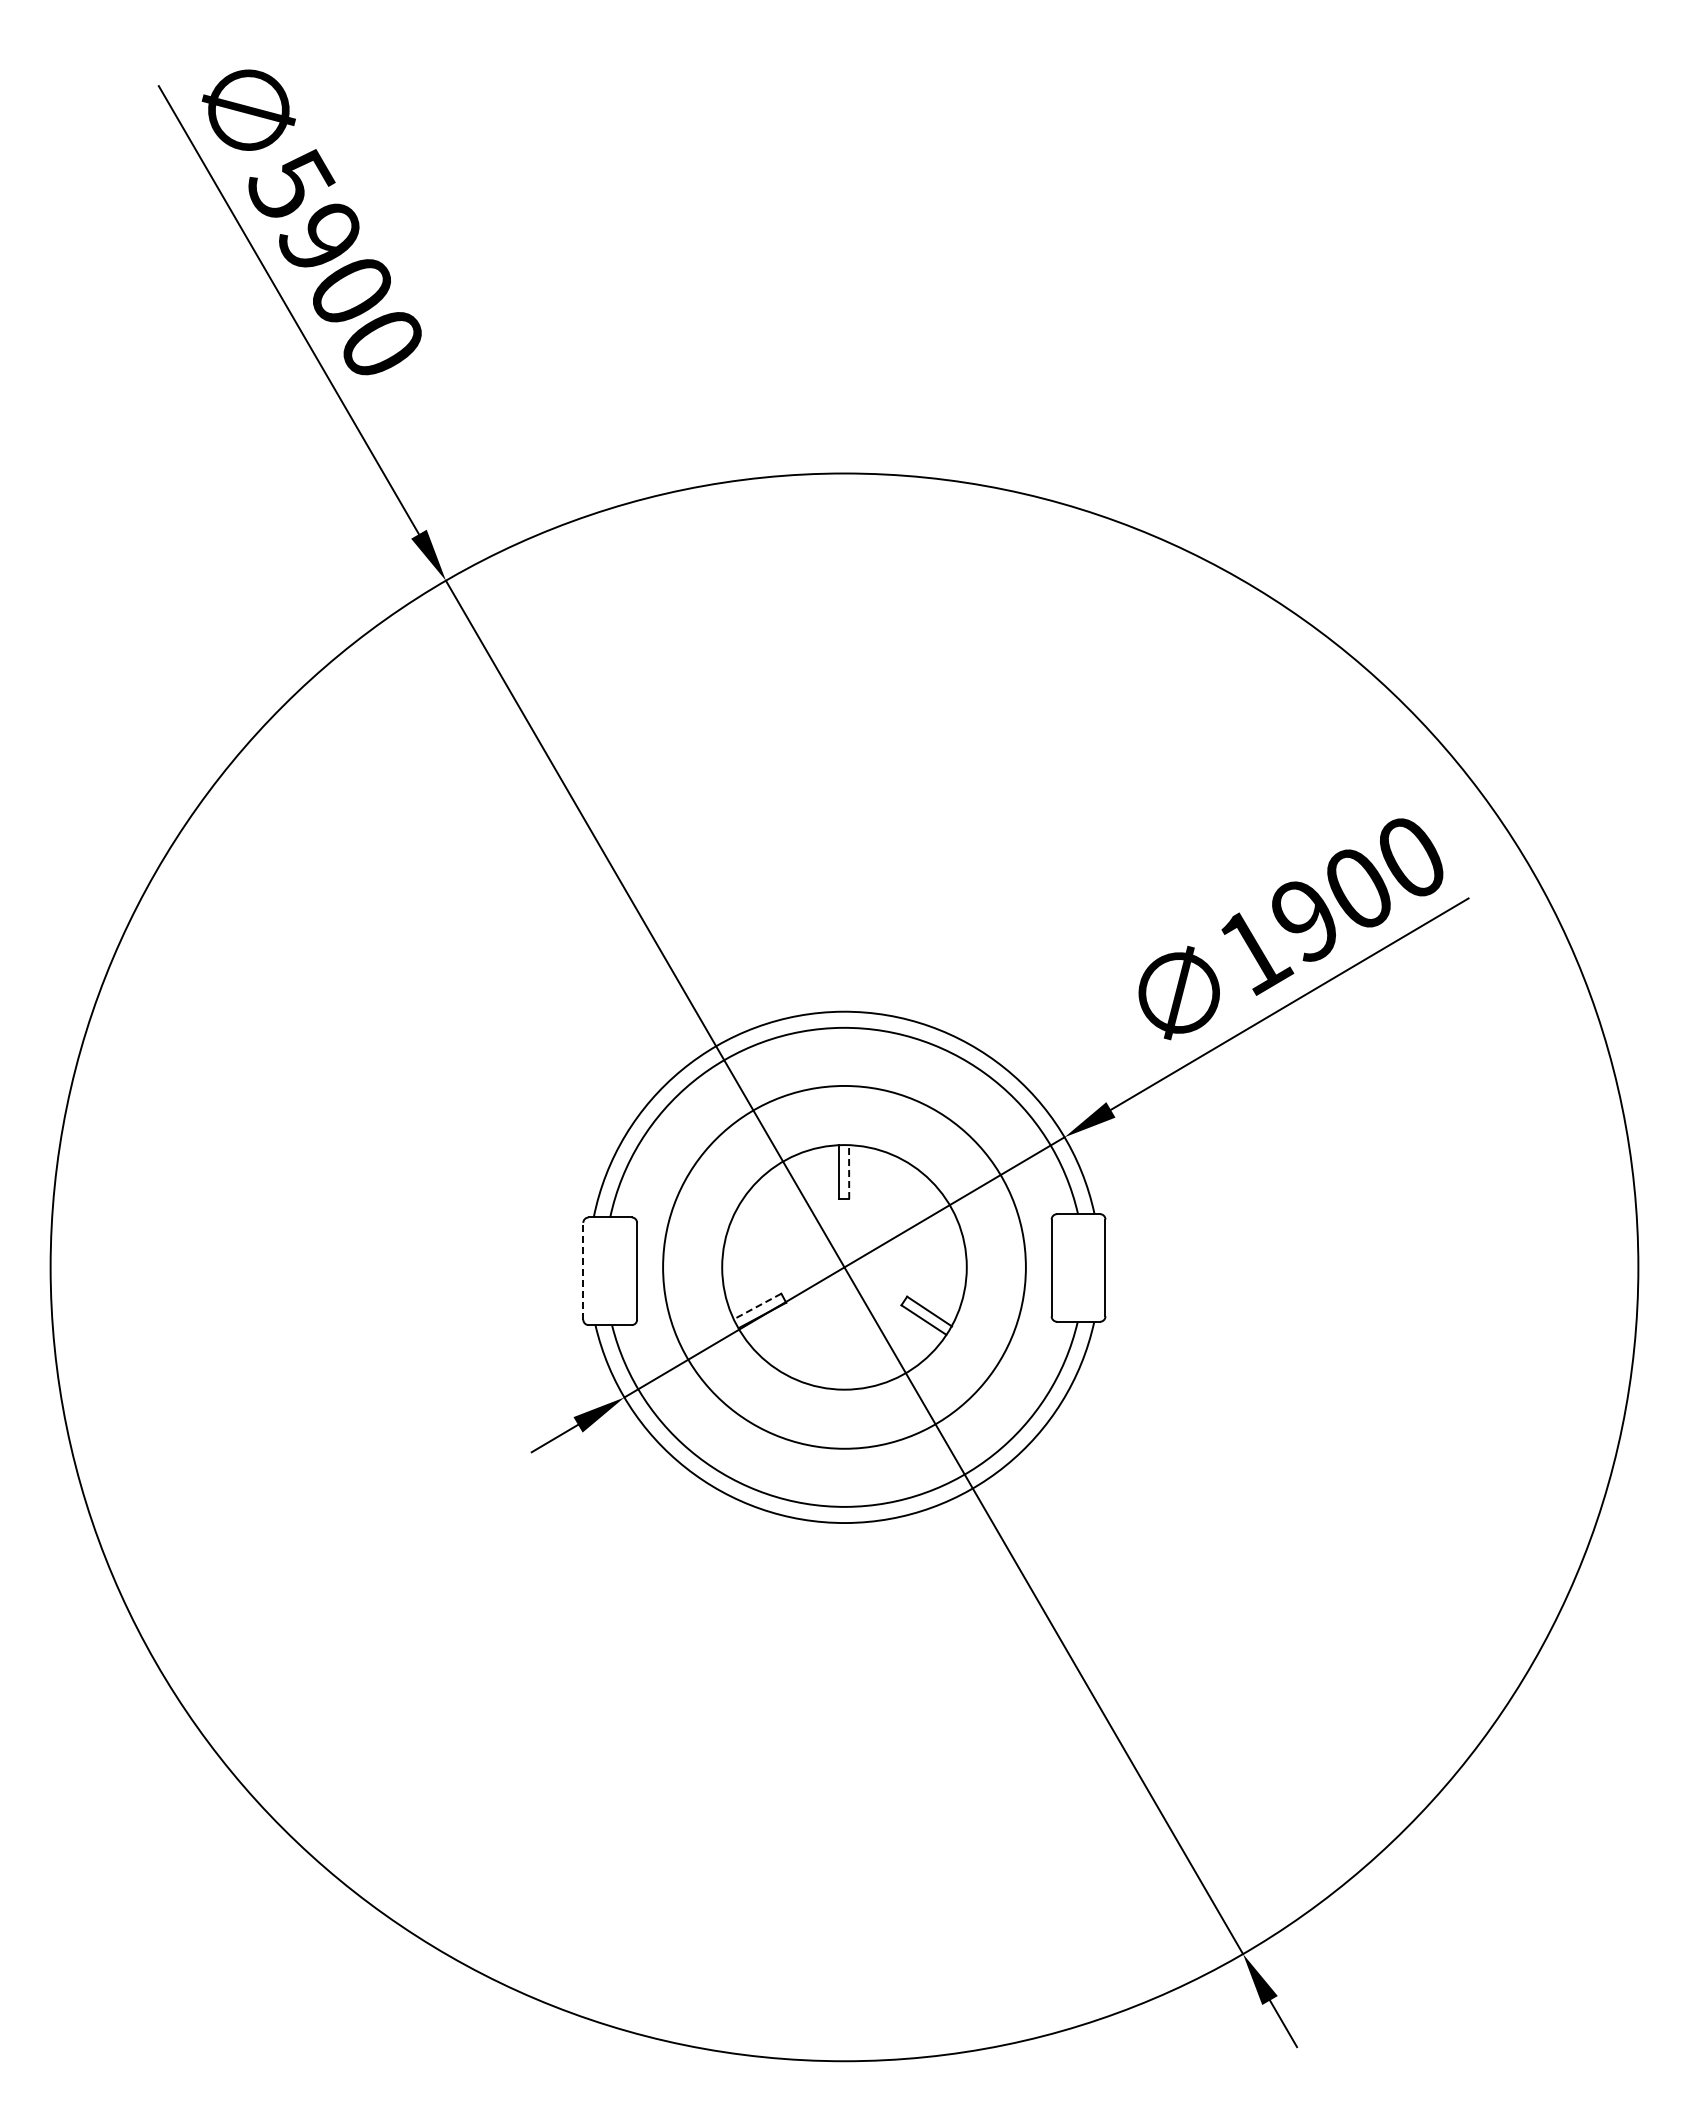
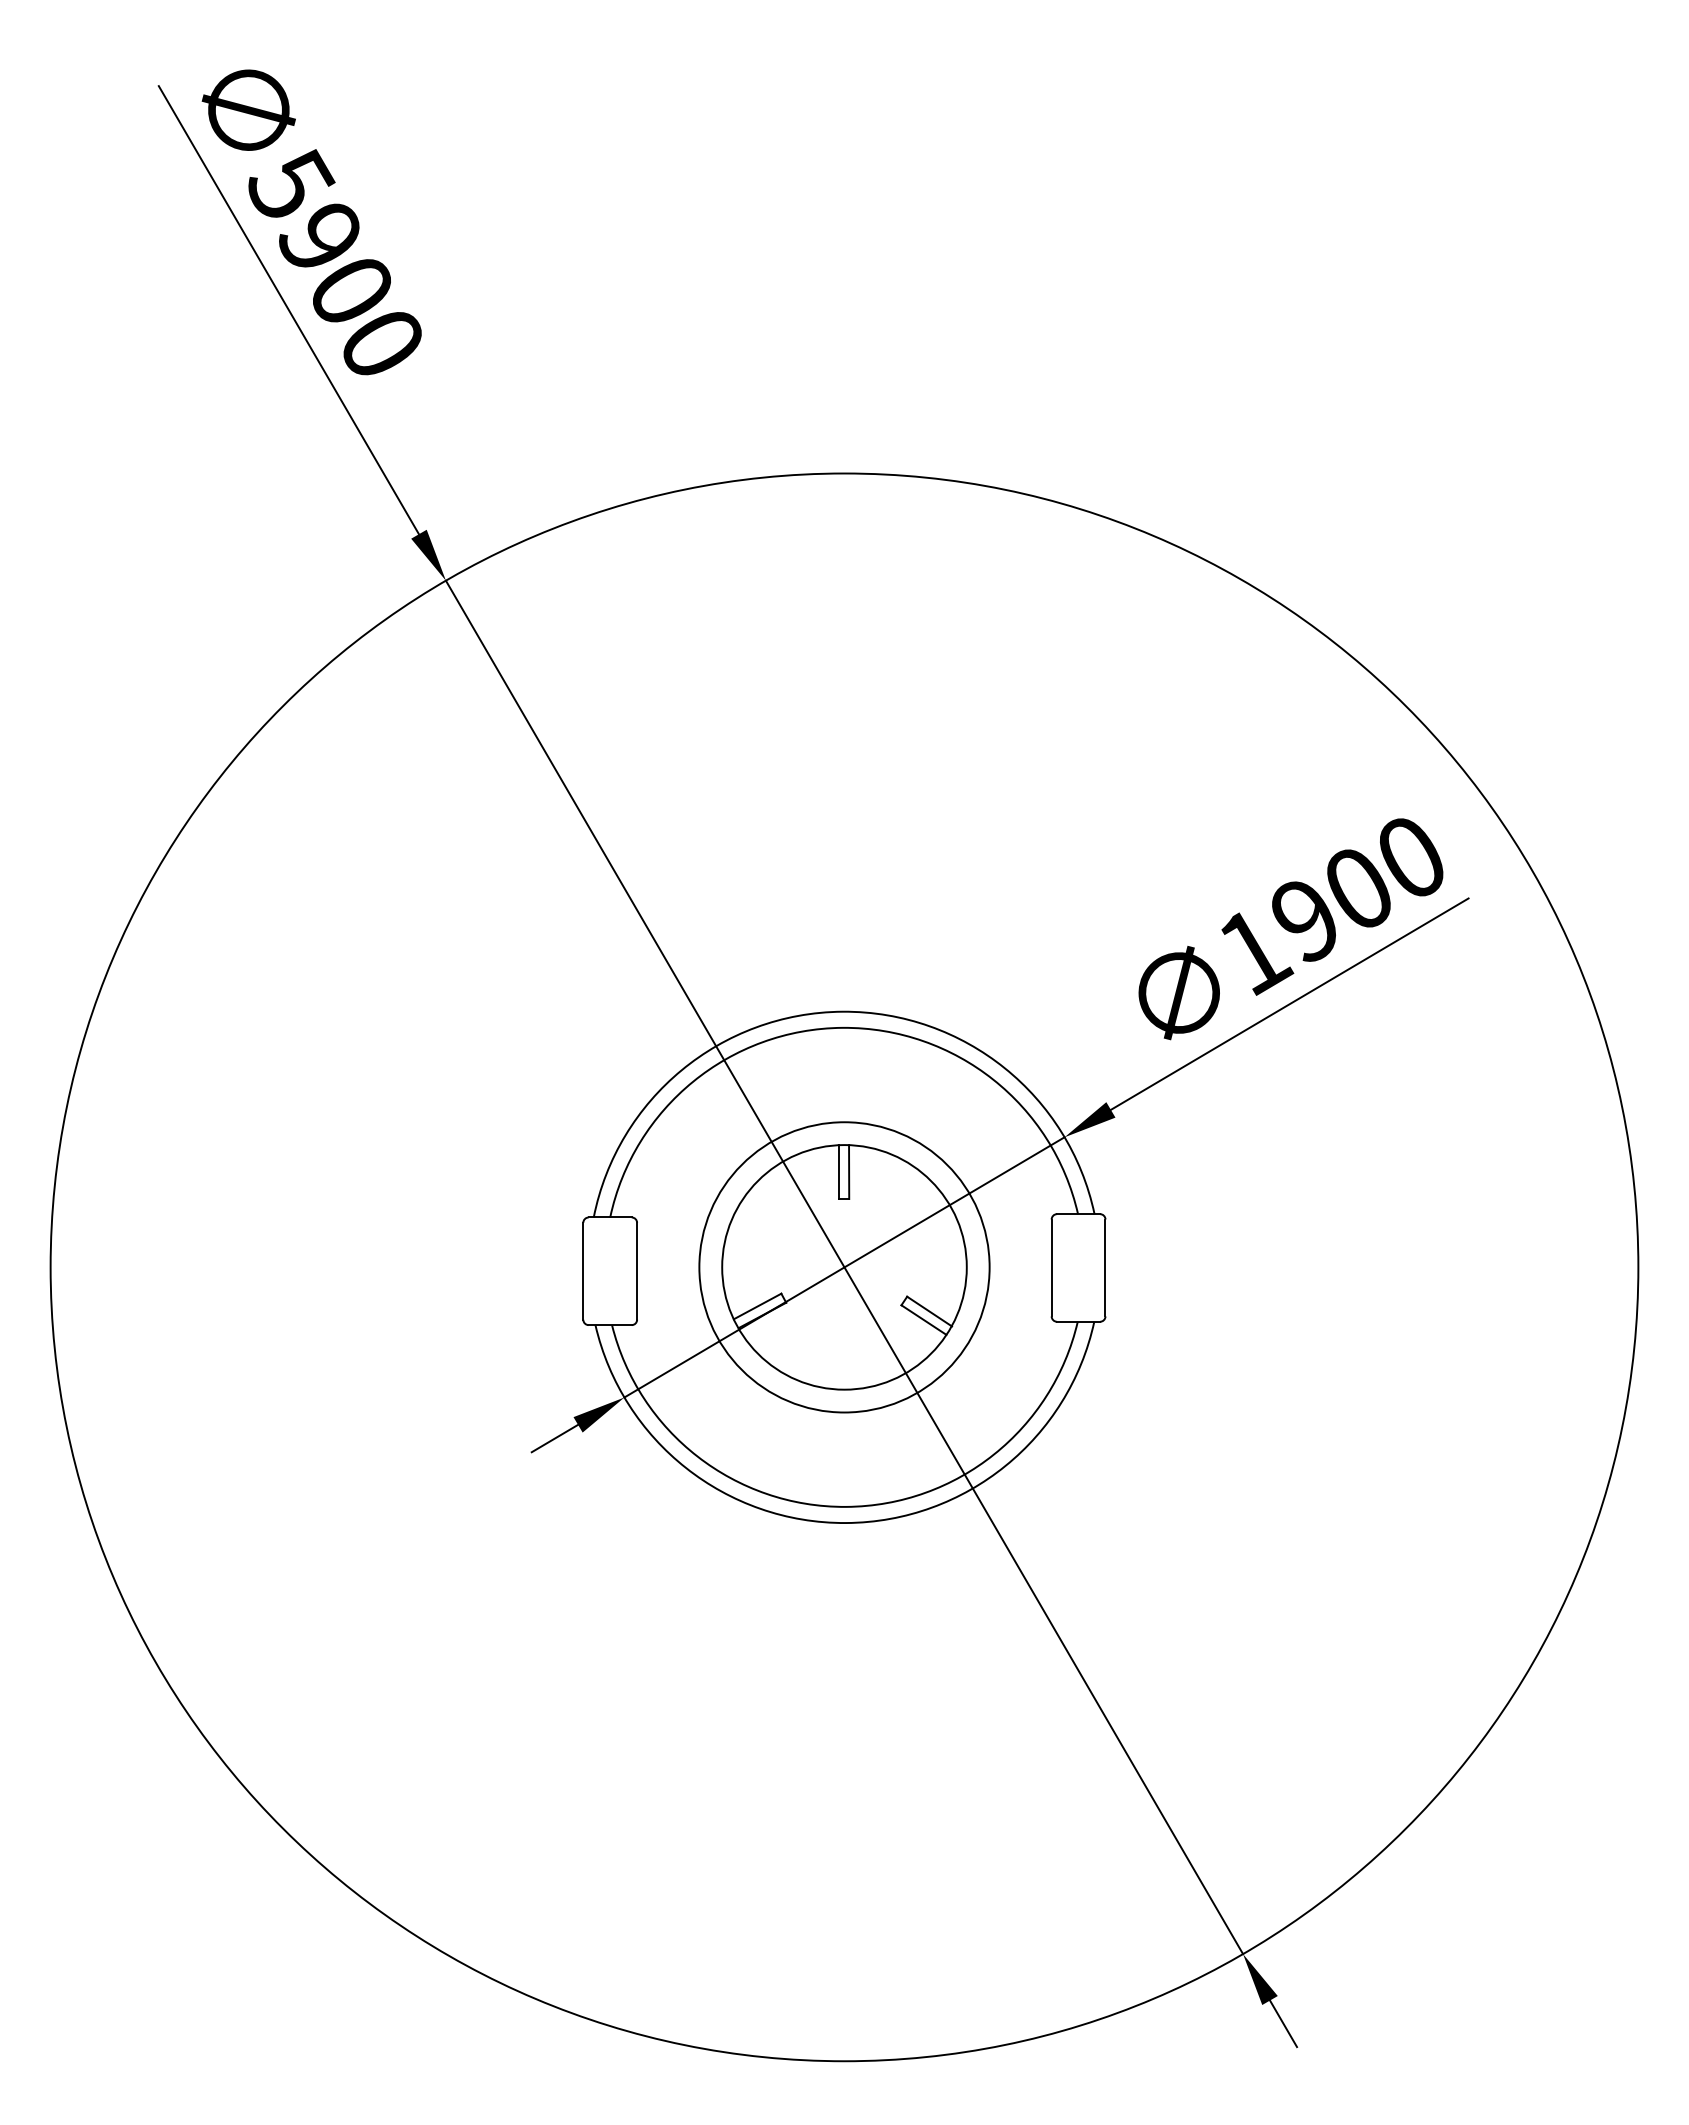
line at (849, 1172): dashed -> solid
circle at (844, 1266) diameter: 363 px -> 290 px
line at (583, 1270): dashed -> solid
line at (757, 1306): dashed -> solid
